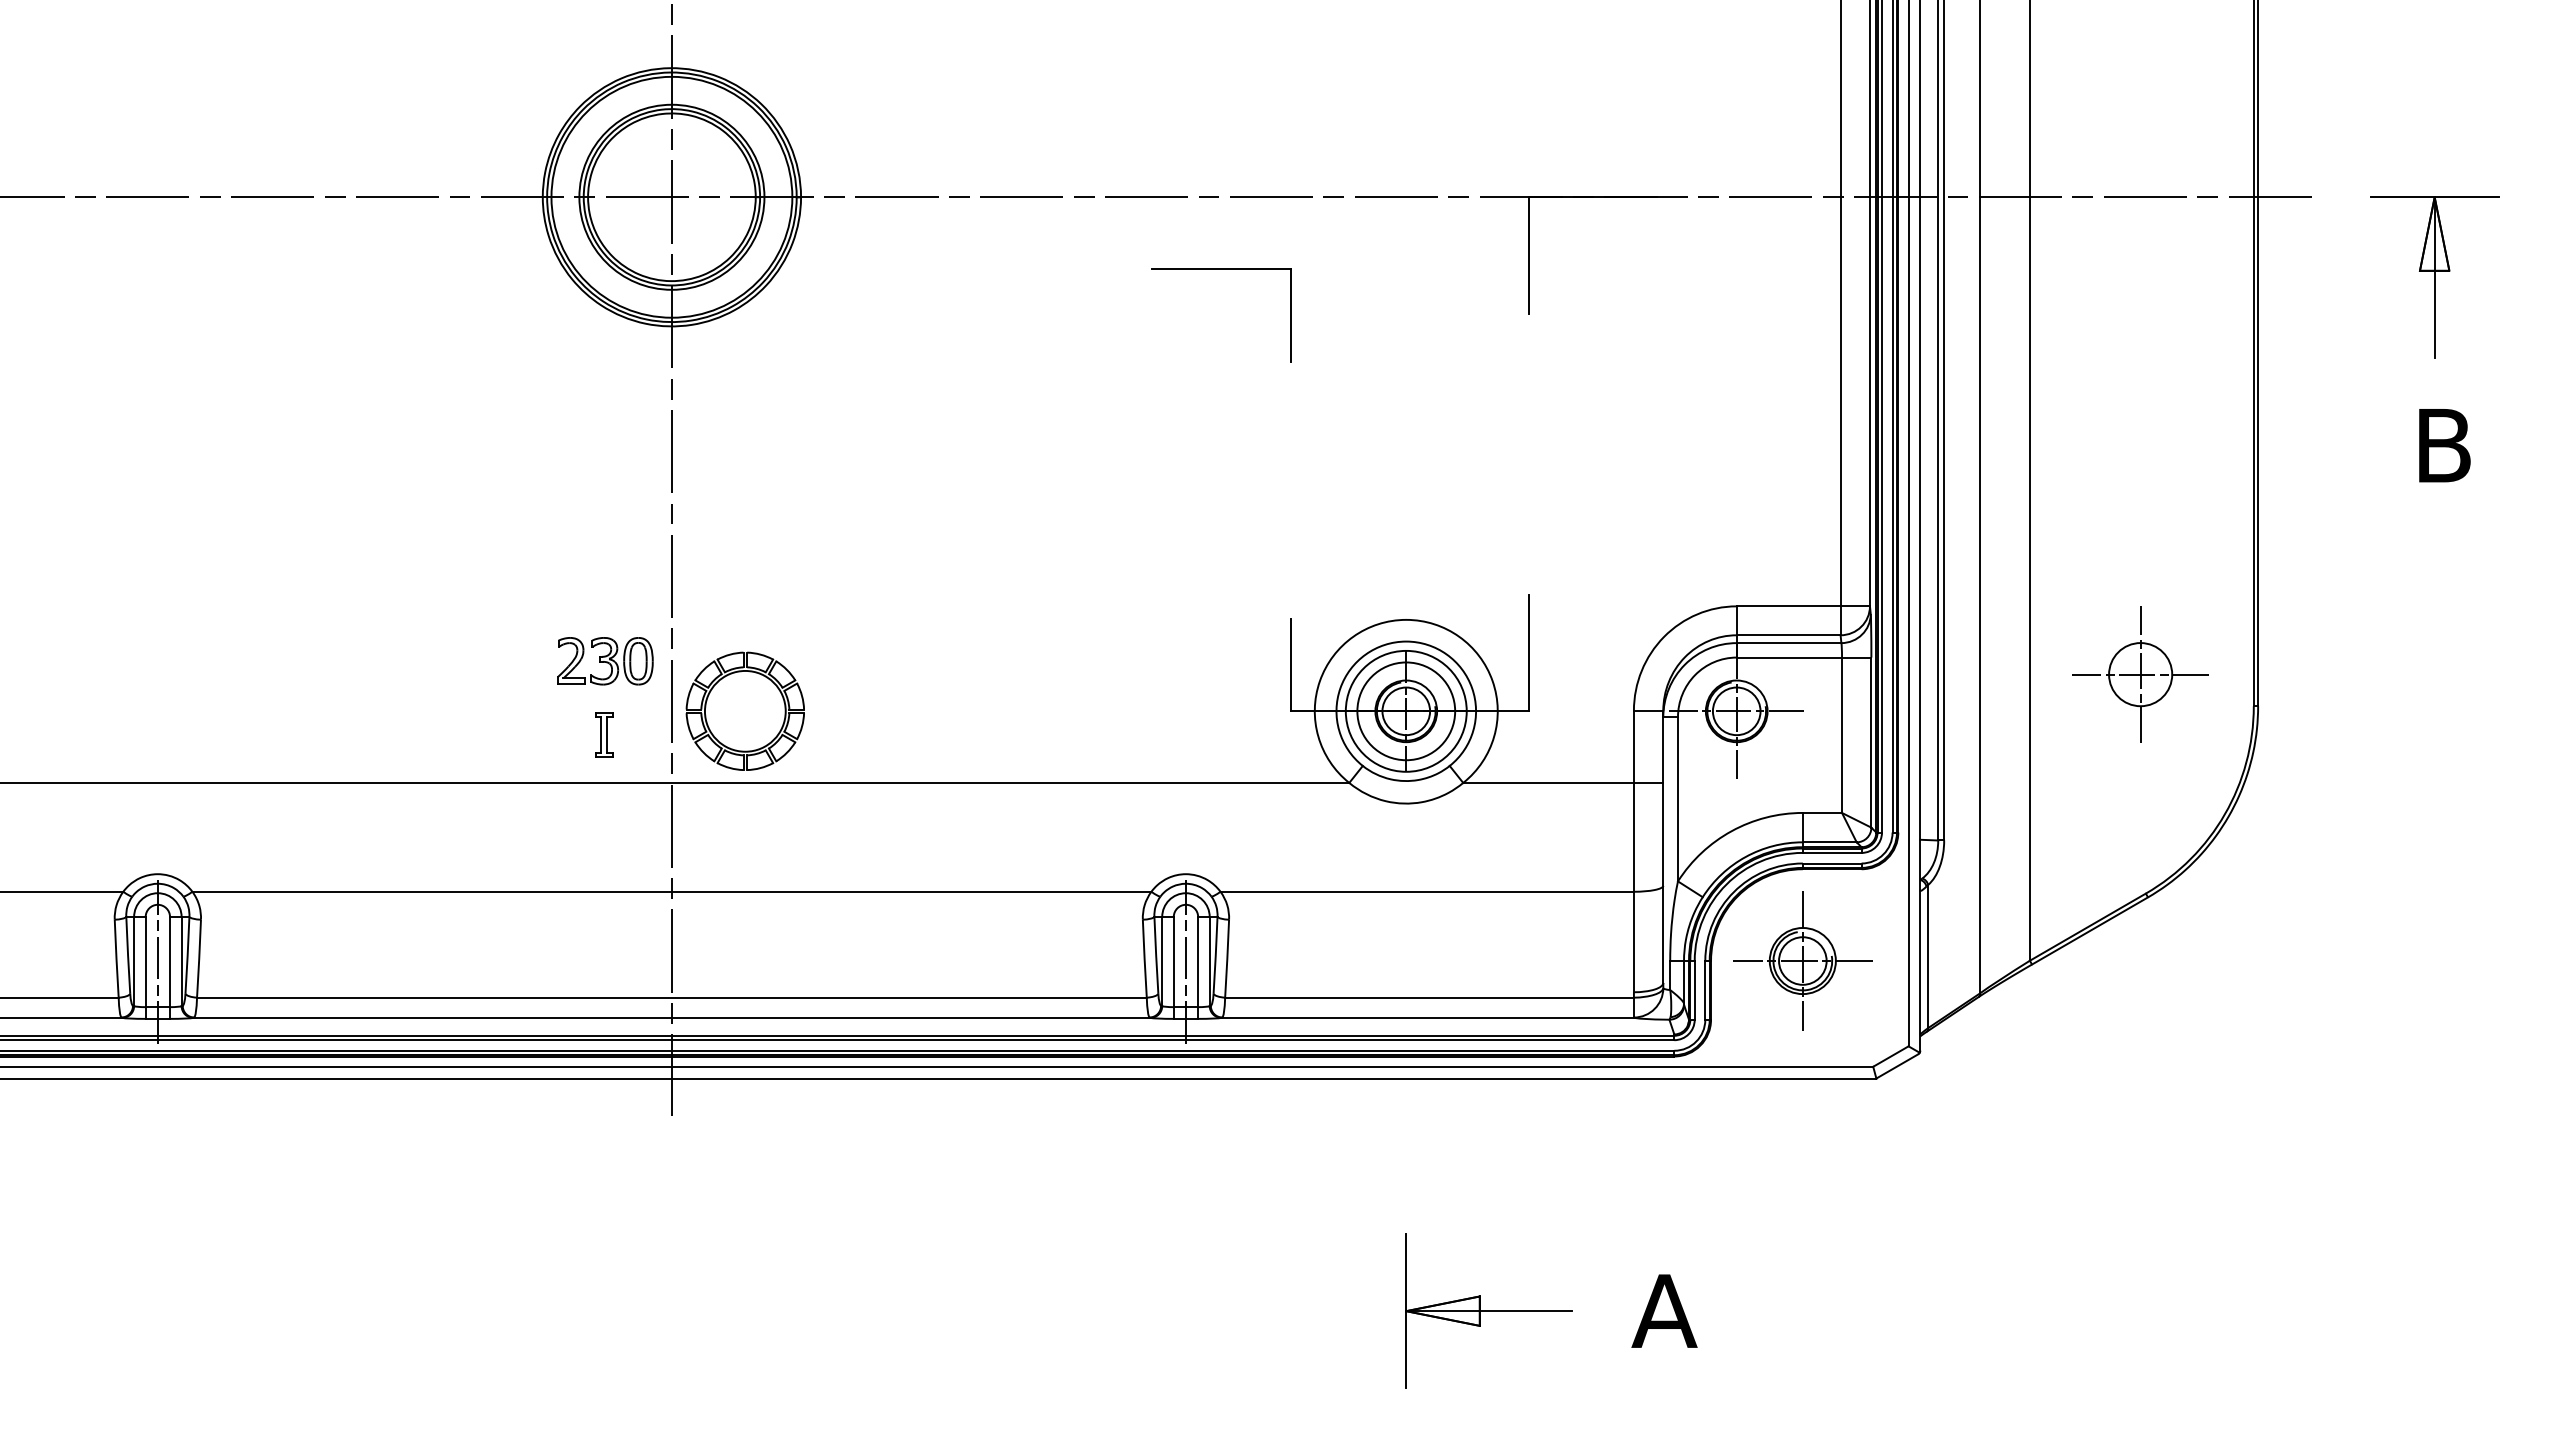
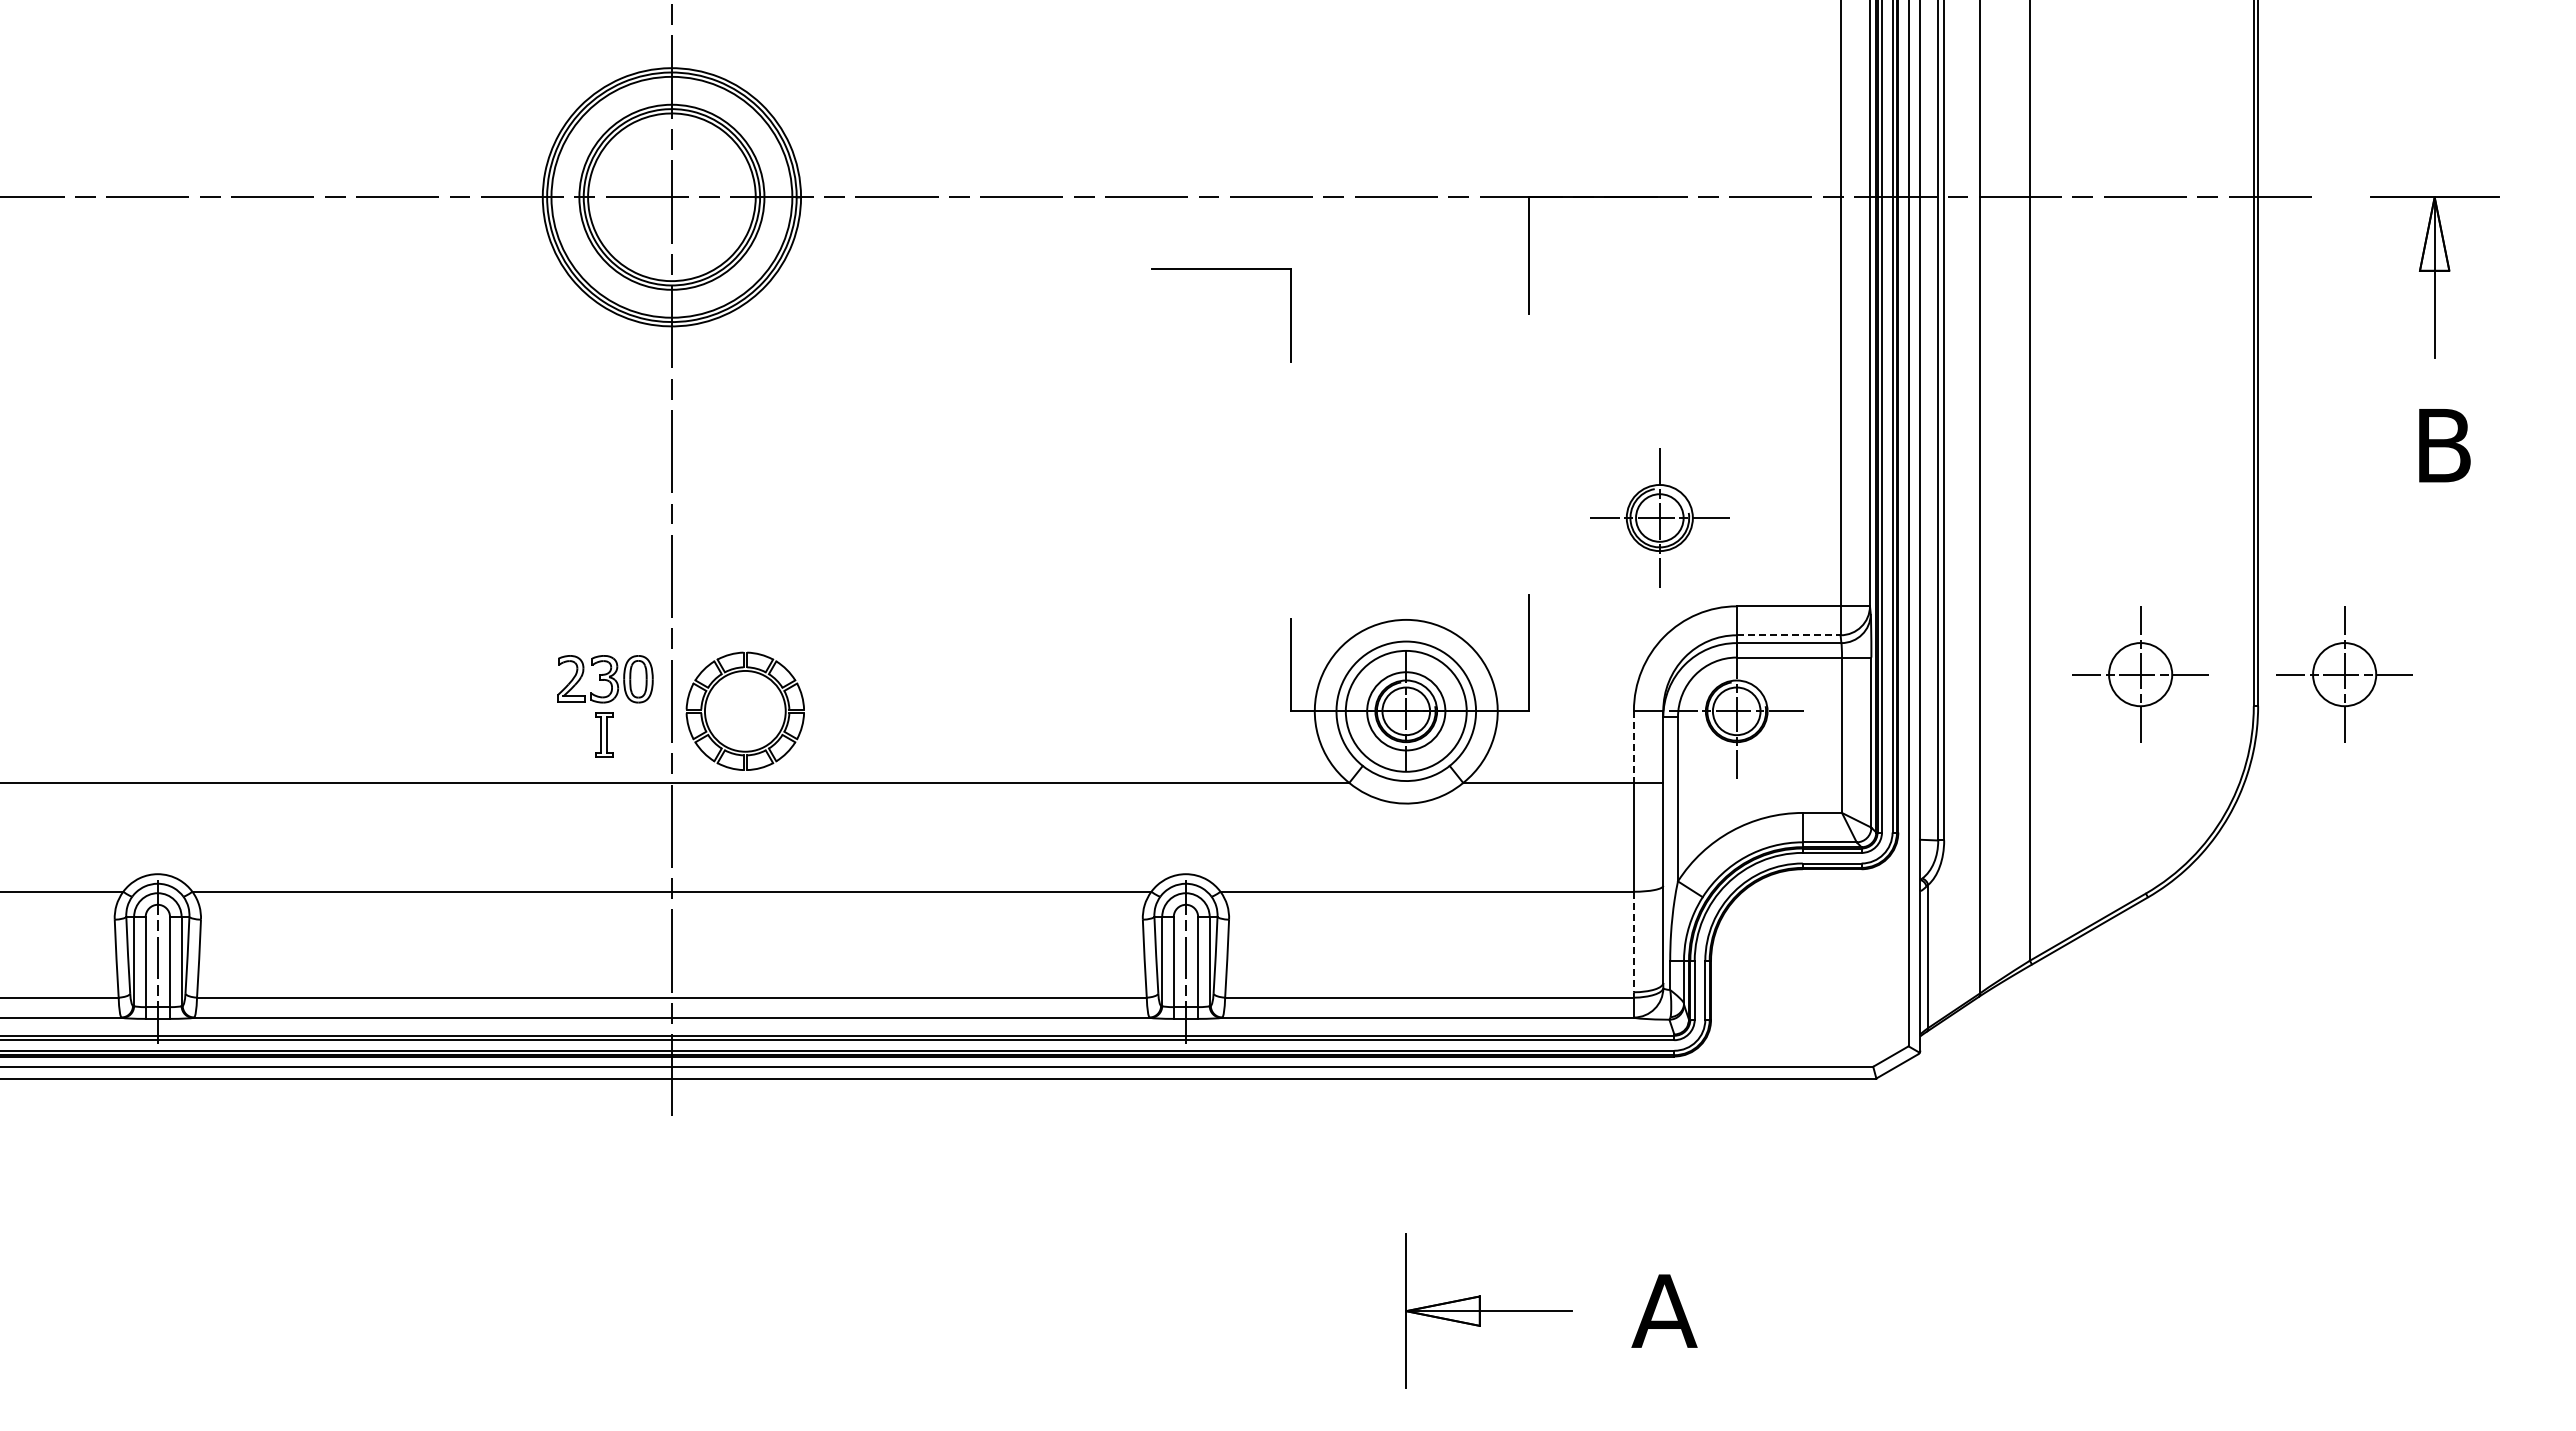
line at (1788, 635): solid -> dashed
part at (605, 661) position: (605, 661) -> (605, 679)
part at (2344, 674): none -> present
circle at (1406, 711) diameter: 98 px -> 78 px
line at (1633, 747): solid -> dashed
line at (1633, 942): solid -> dashed
part at (1802, 960) position: (1802, 960) -> (1659, 517)
